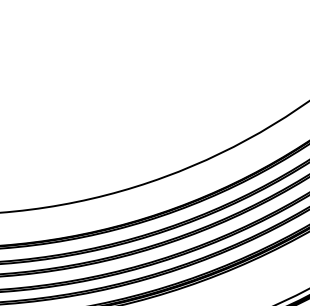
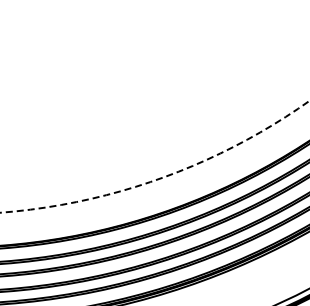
circle at (154, 156): solid -> dashed
